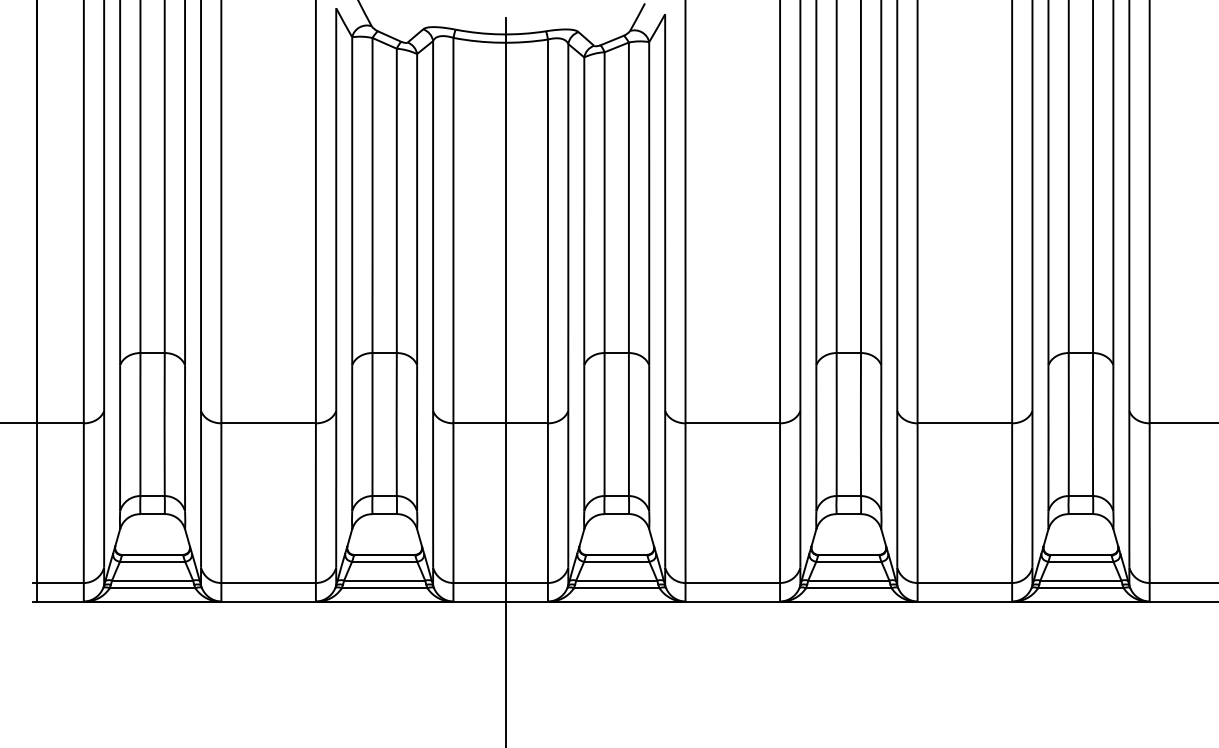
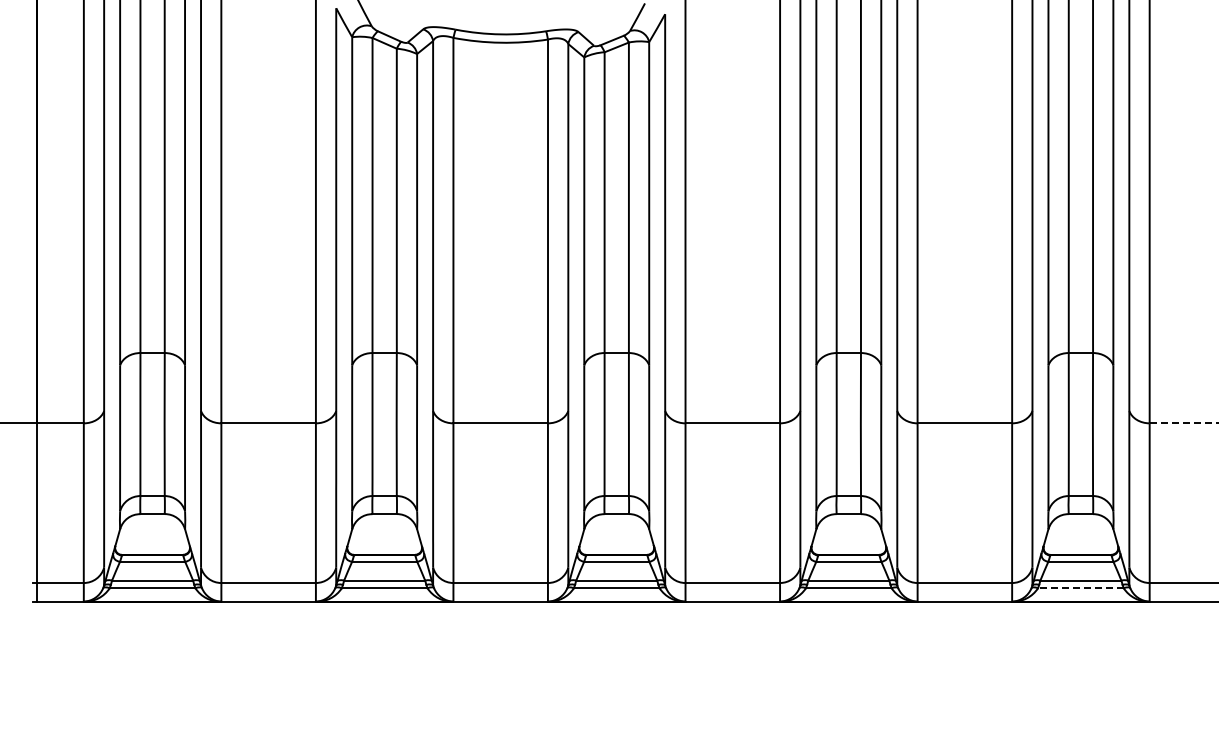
line at (505, 380): present -> none
line at (1184, 423): solid -> dashed
line at (1080, 588): solid -> dashed
